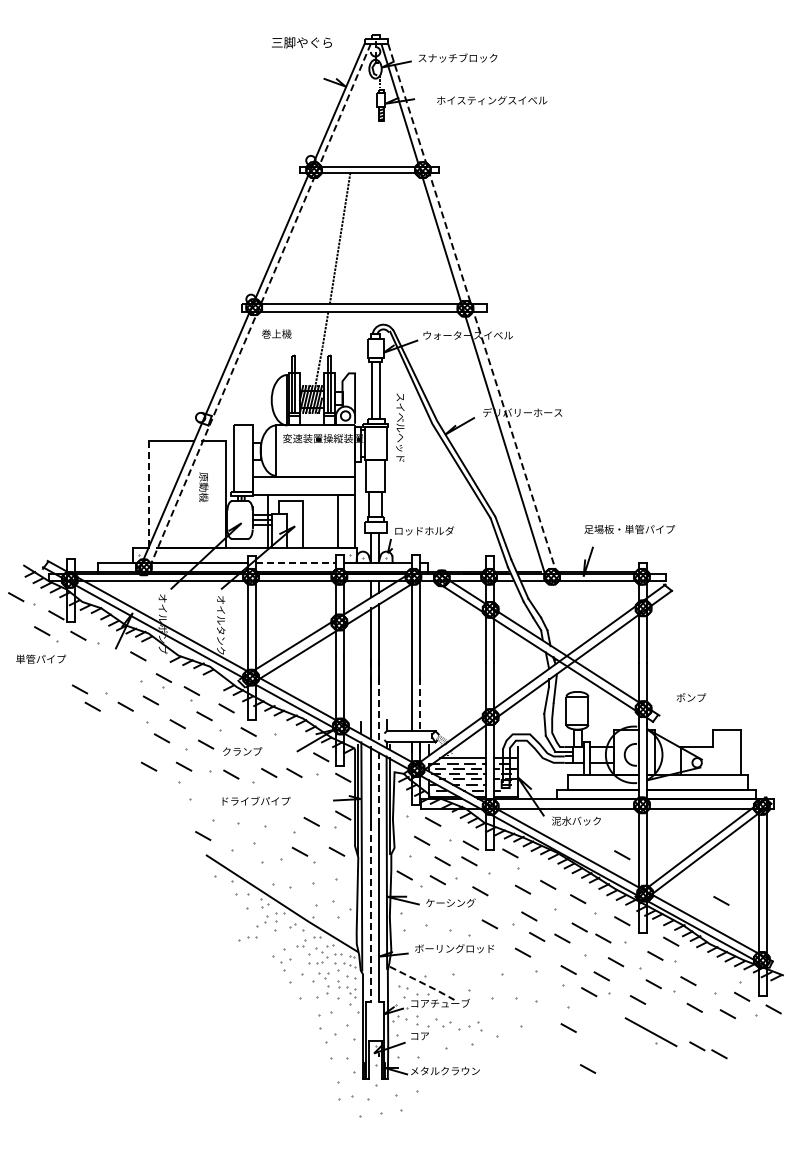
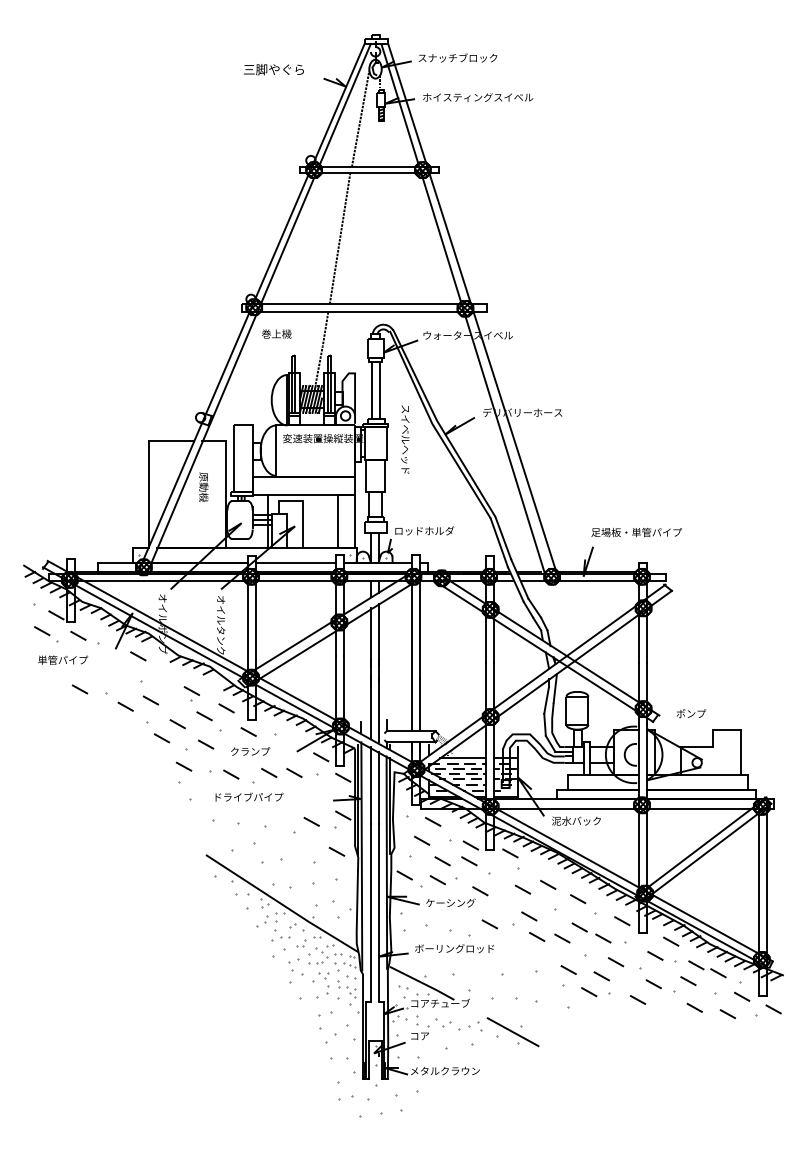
text at (301, 42) position: (301, 42) -> (273, 69)
text at (492, 100) position: (492, 100) -> (478, 97)
line at (360, 118): none -> present
line at (258, 308): dashed -> solid
line at (473, 311): dashed -> solid
text at (400, 427) position: (400, 427) -> (405, 439)
line at (148, 494): dashed -> solid
text at (629, 529) position: (629, 529) -> (636, 532)
line at (296, 562): dashed -> solid
line at (16, 597): present -> none
text at (41, 658) position: (41, 658) -> (63, 659)
part at (163, 680): present -> none
text at (691, 697) position: (691, 697) -> (691, 713)
line at (419, 704): dashed -> solid
line at (92, 706): present -> none
line at (378, 710): dashed -> solid
text at (242, 751) position: (242, 751) -> (250, 751)
line at (149, 766): present -> none
line at (378, 788): dashed -> solid
text at (256, 800) position: (256, 800) -> (249, 796)
line at (203, 835): present -> none
line at (299, 851): present -> none
line at (622, 855): present -> none
line at (721, 900): present -> none
line at (370, 912): dashed -> solid
part at (247, 938) position: (247, 938) -> (280, 938)
line at (523, 952): present -> none
part at (285, 964) position: (285, 964) -> (293, 964)
line at (422, 983): dashed -> solid
line at (568, 1027): present -> none
part at (650, 1032) position: (650, 1032) -> (512, 1032)
part at (708, 1050) position: (708, 1050) -> (707, 969)
line at (587, 1068): present -> none
